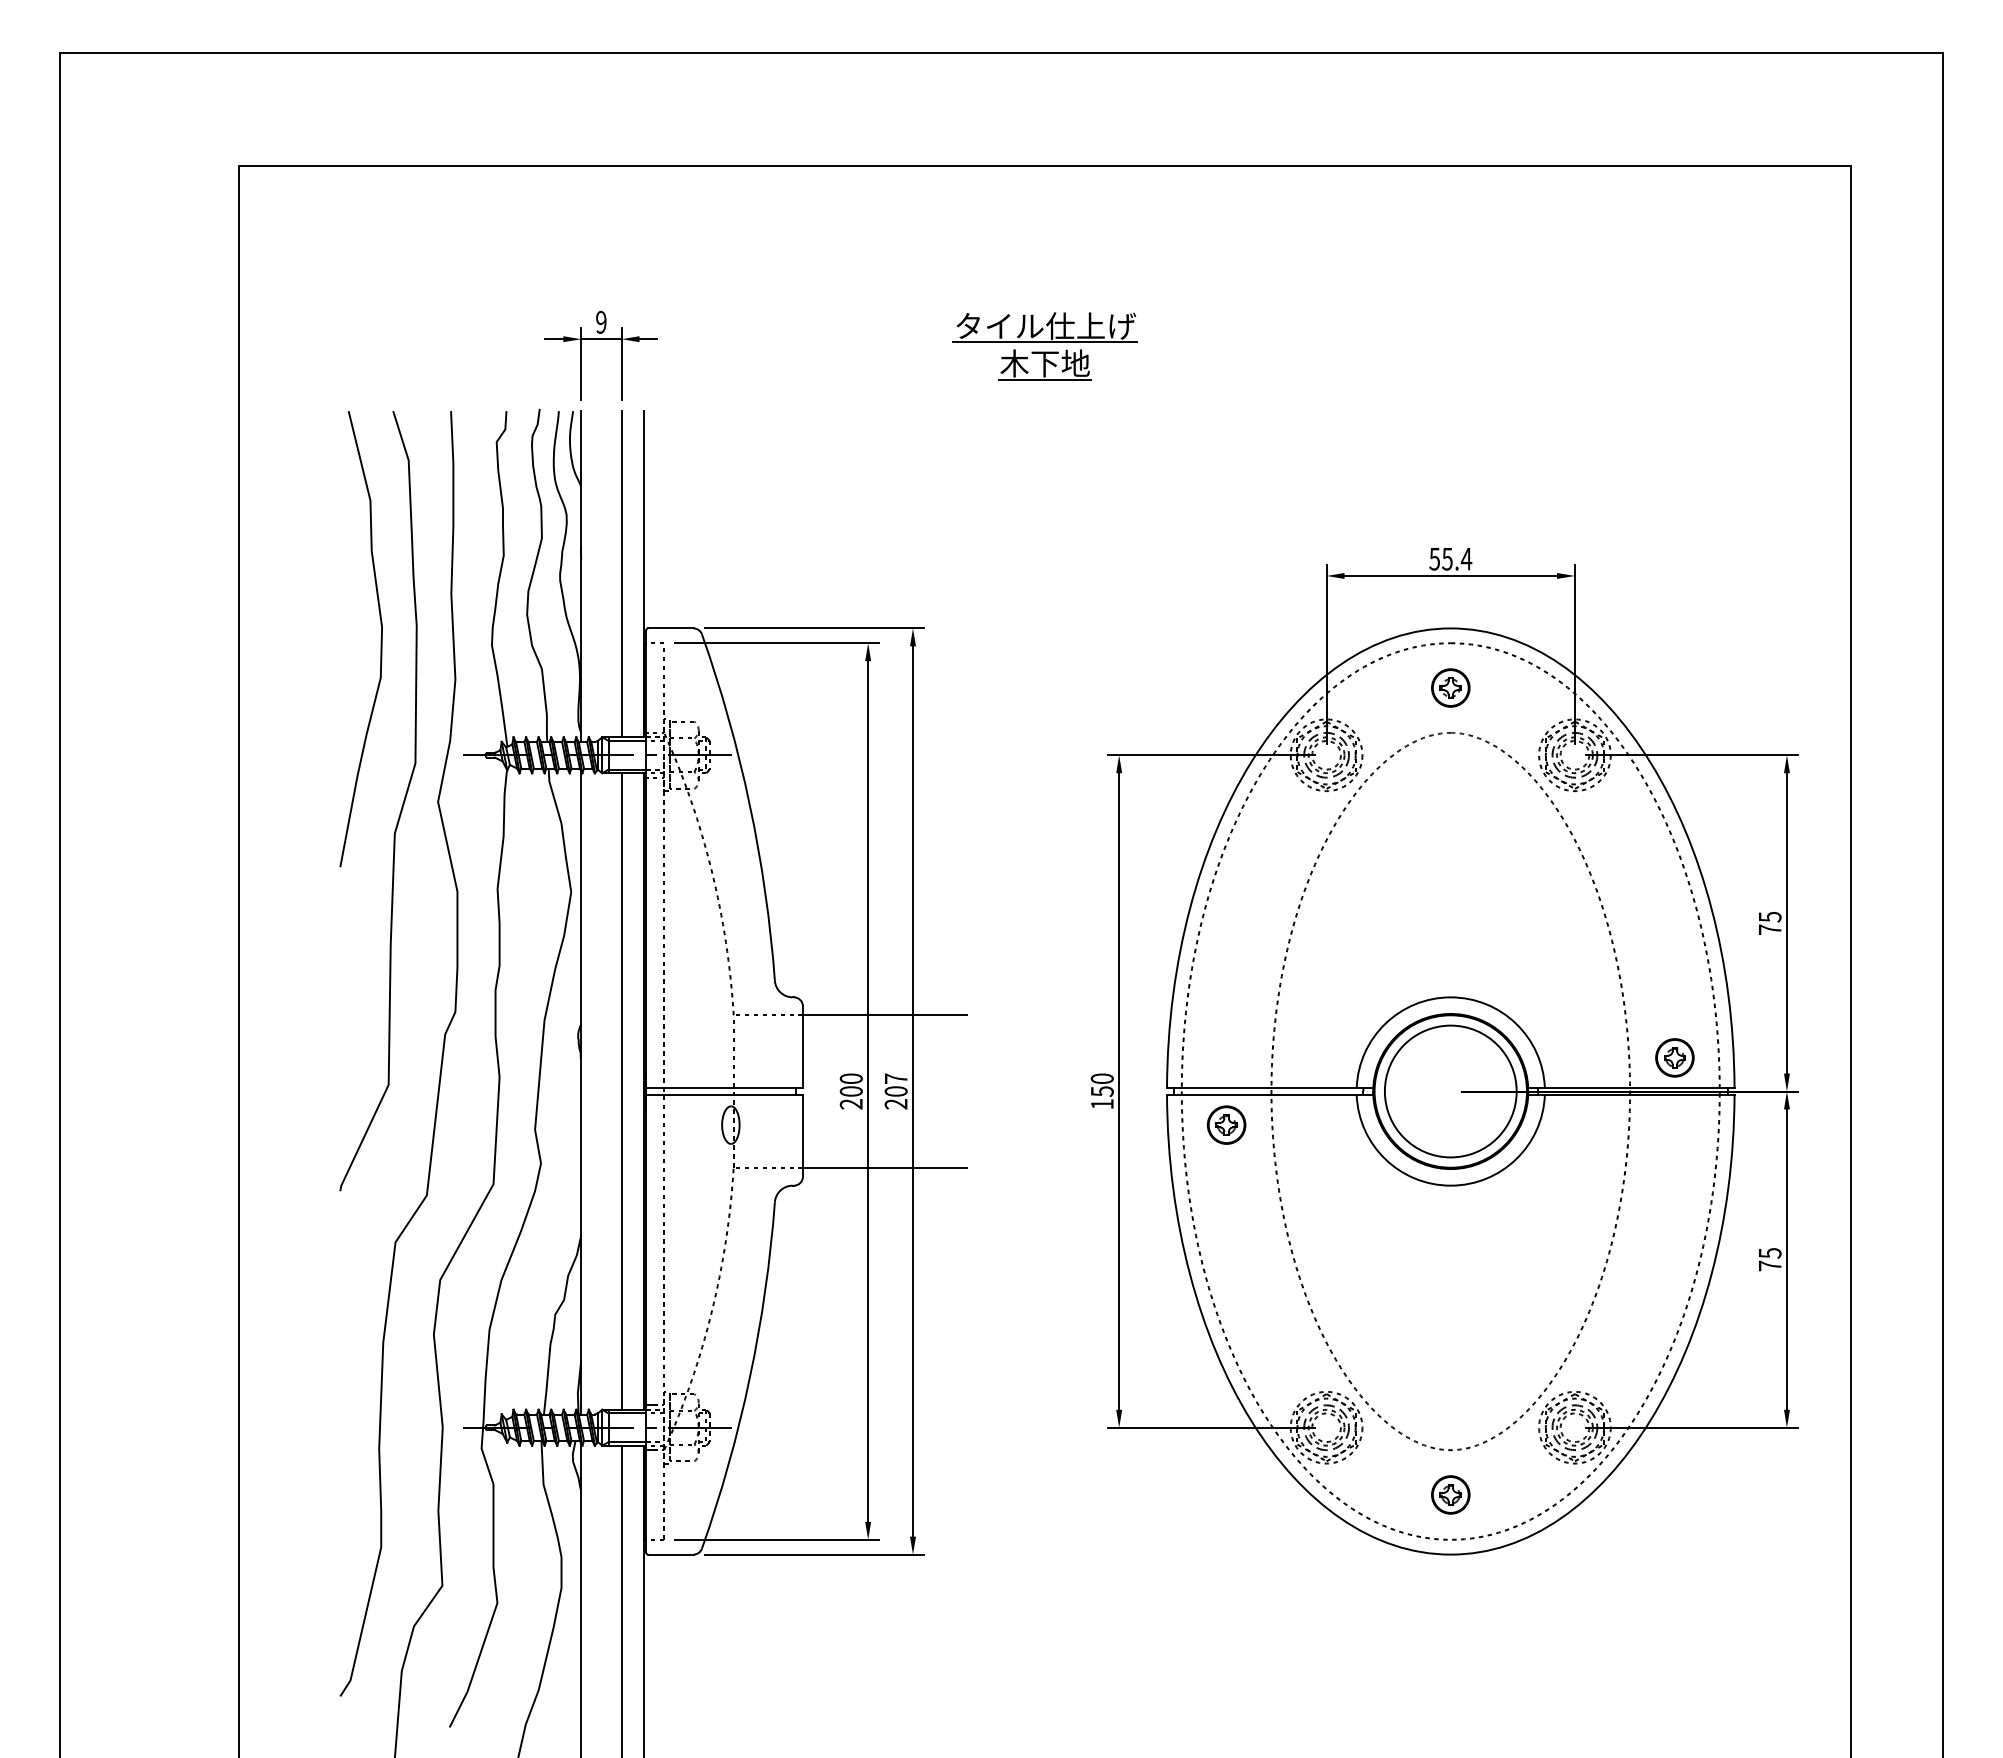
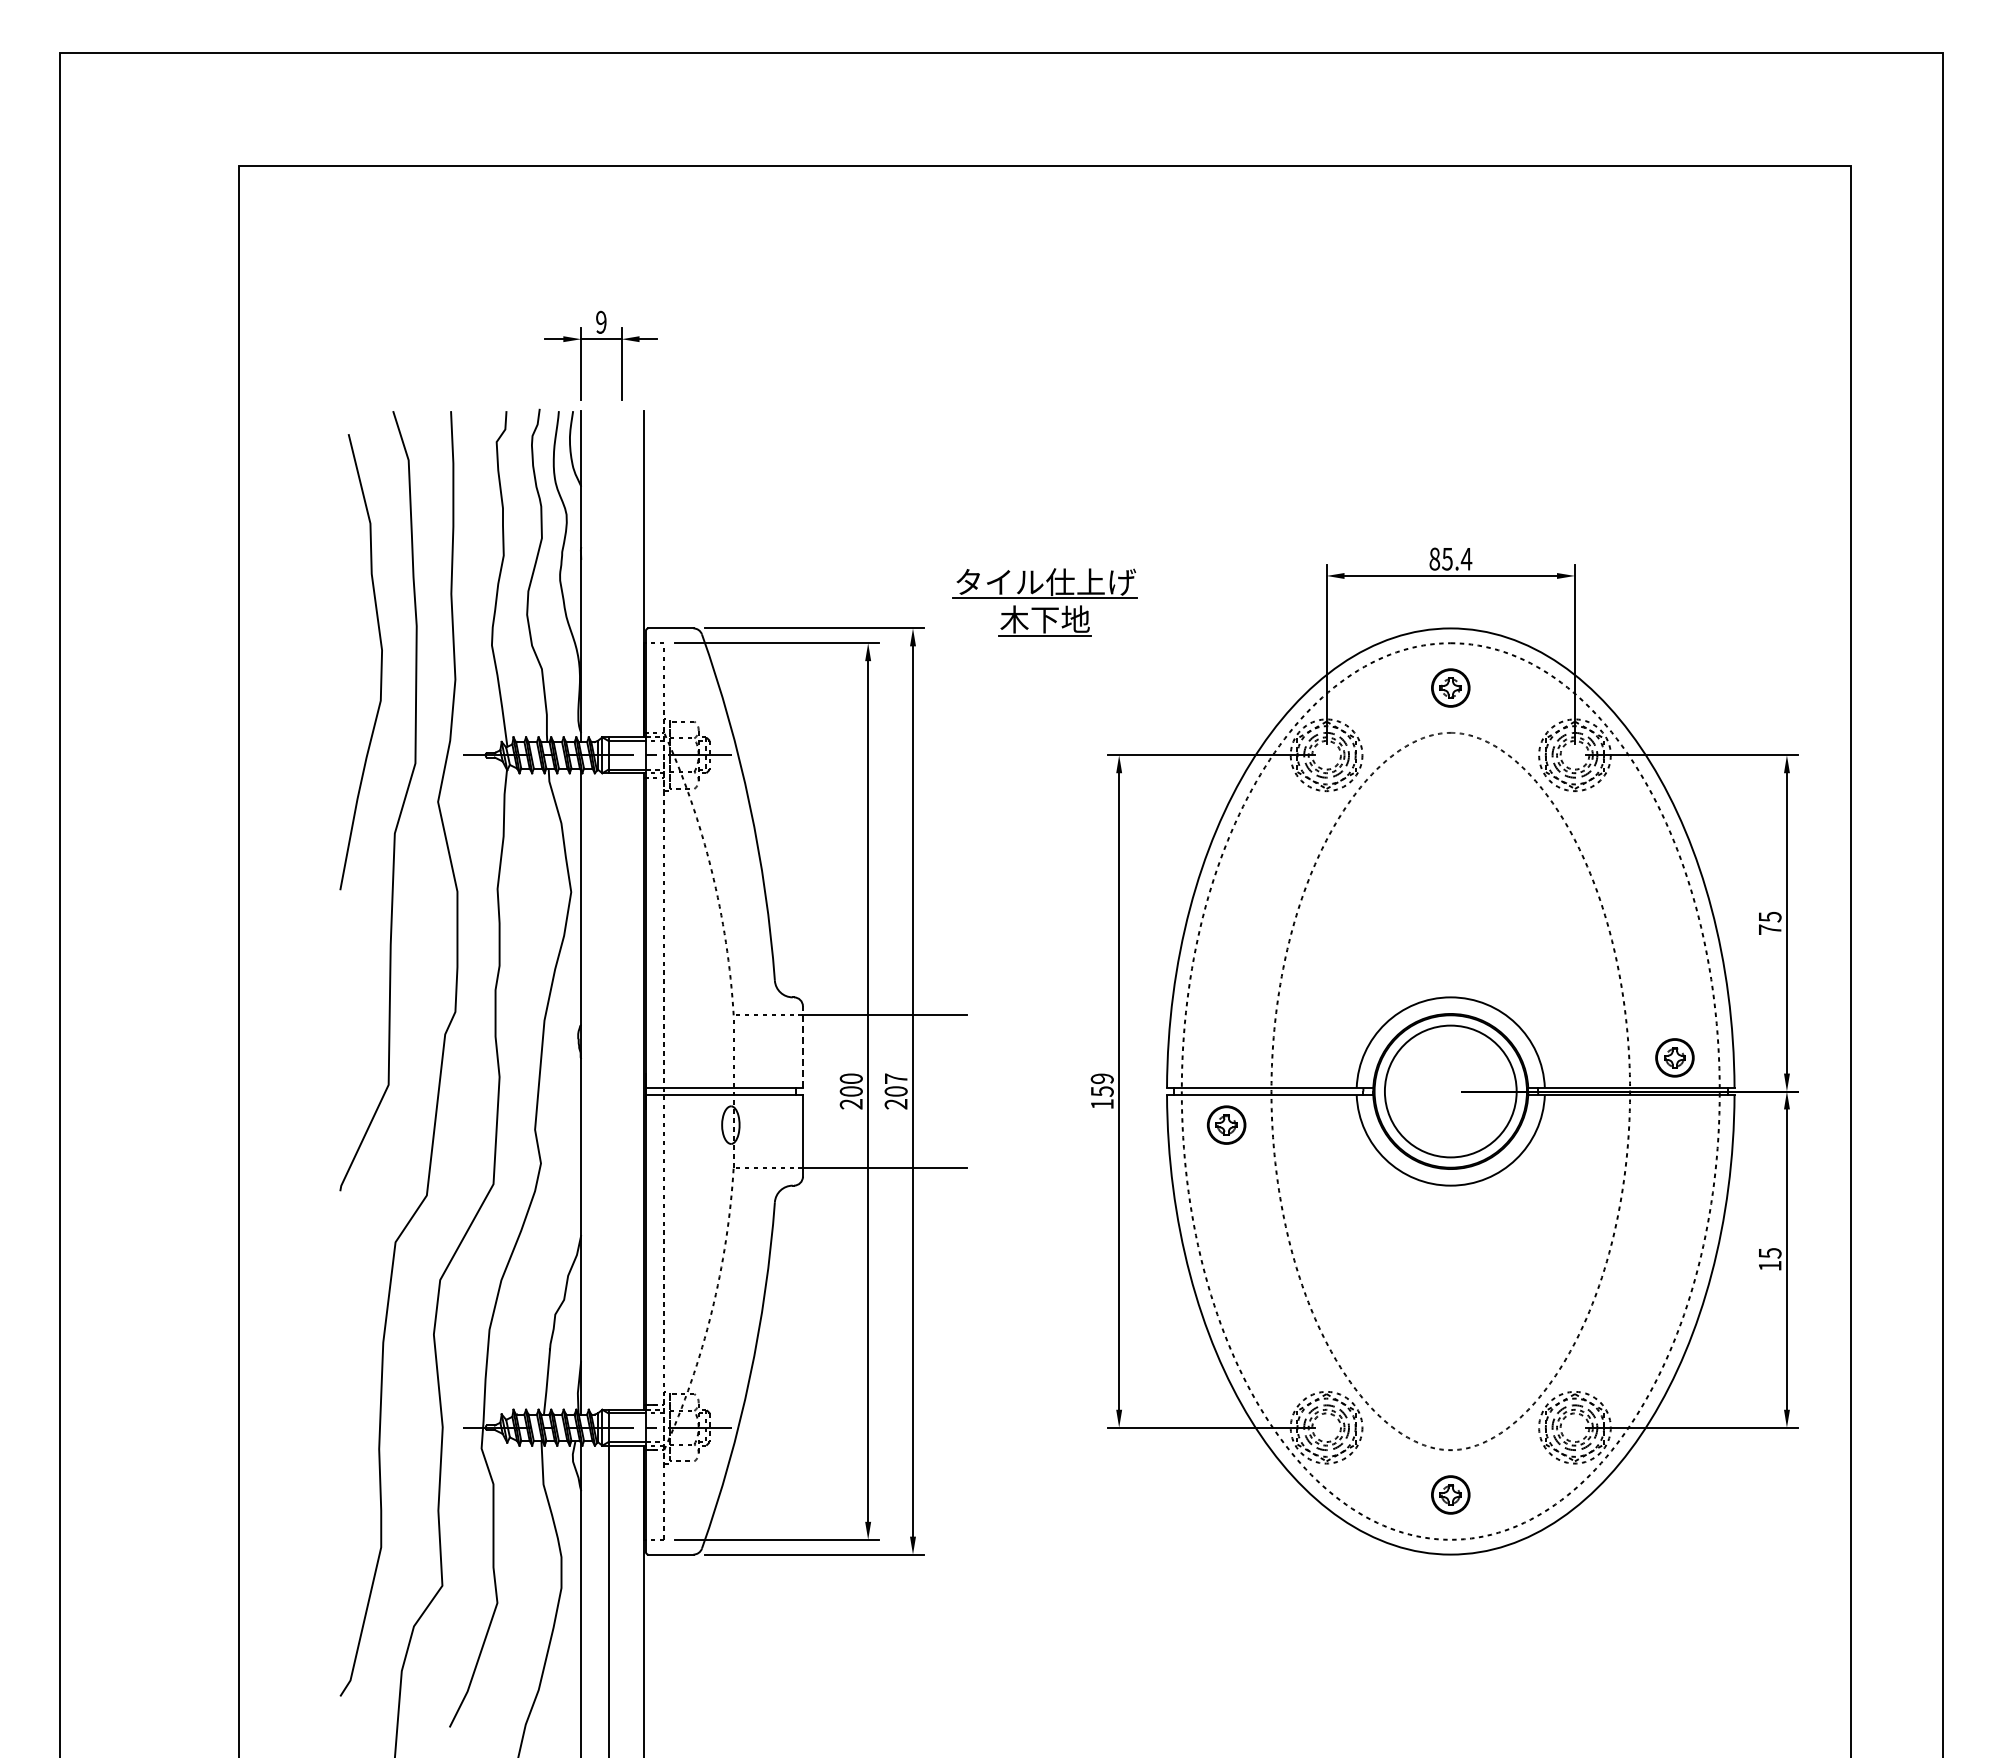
part at (1044, 346) position: (1044, 346) -> (1044, 602)
text at (1434, 558): 55.4 -> 85.4
line at (621, 574): present -> none
curve at (380, 639) position: (380, 639) -> (380, 662)
line at (802, 1047): solid -> dashed
text at (1102, 1078): 150 -> 159
line at (621, 1091): present -> none
text at (1770, 1265): 75 -> 15
line at (621, 1599) position: (621, 1599) -> (608, 1599)
